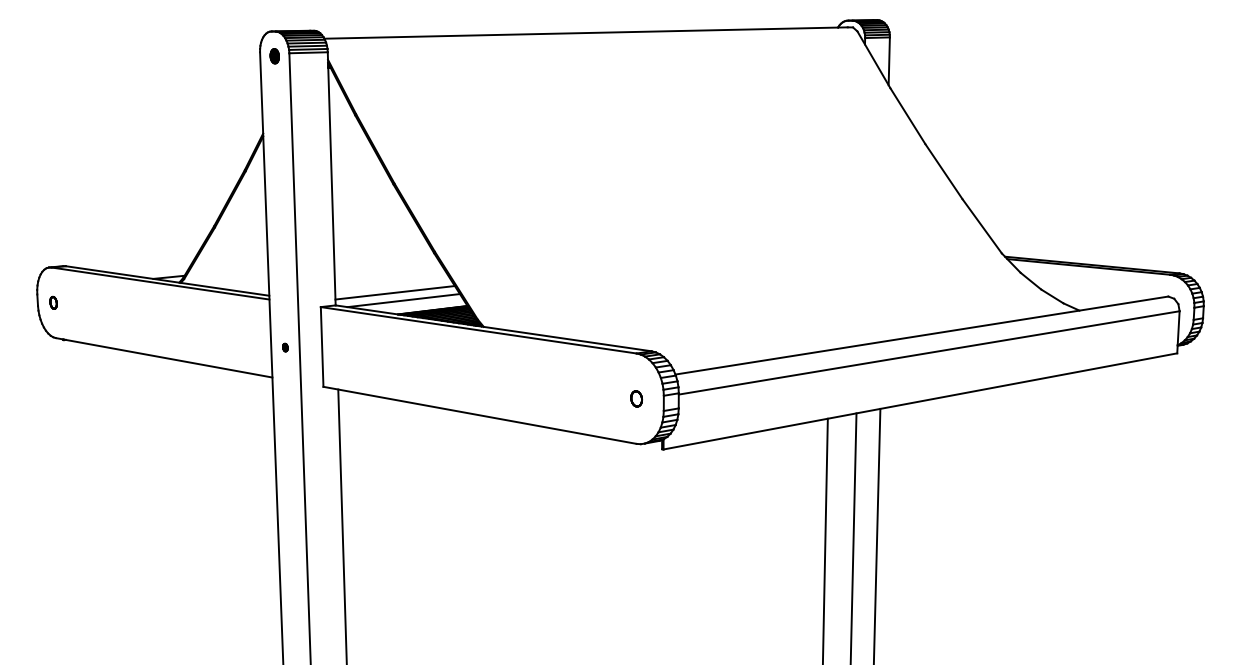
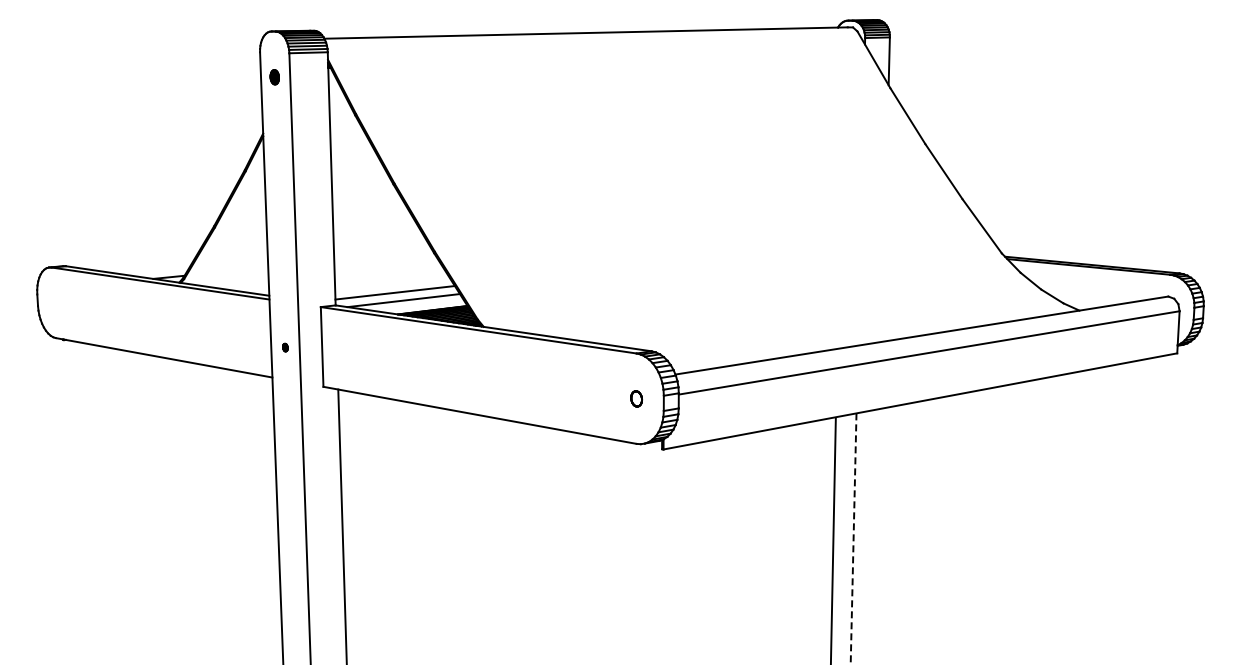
part at (274, 56) position: (274, 56) -> (274, 77)
part at (53, 302): present -> none
line at (876, 534): present -> none
line at (824, 539) position: (824, 539) -> (832, 539)
line at (853, 539): solid -> dashed
